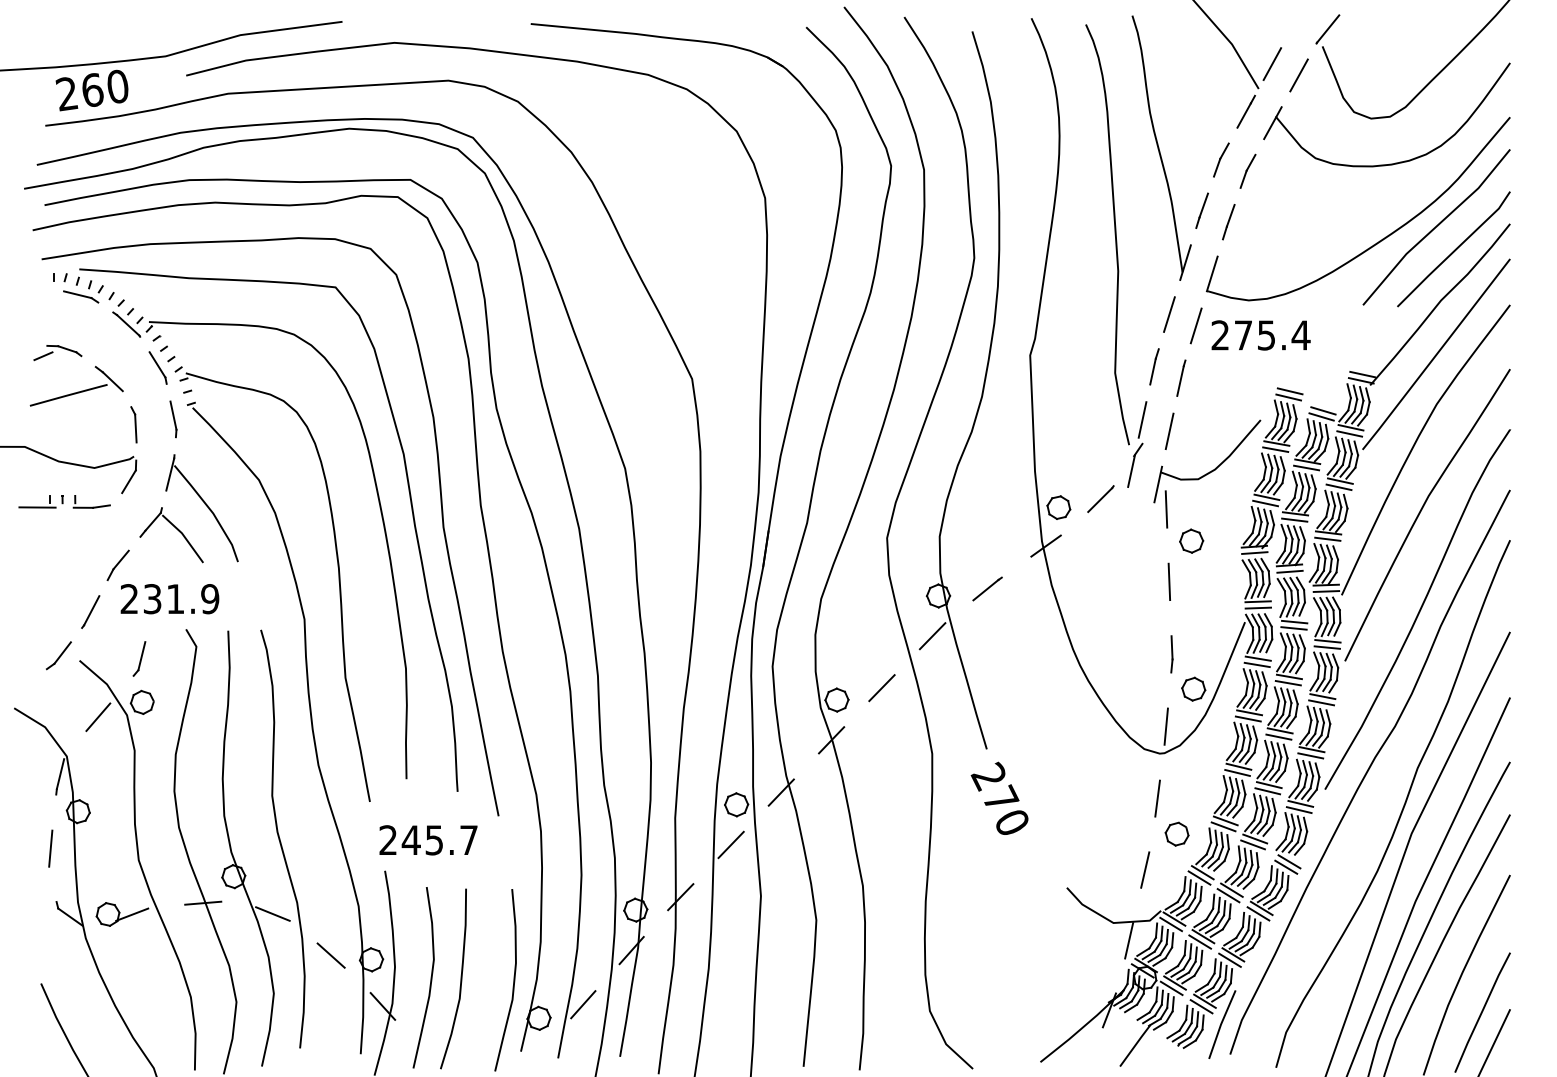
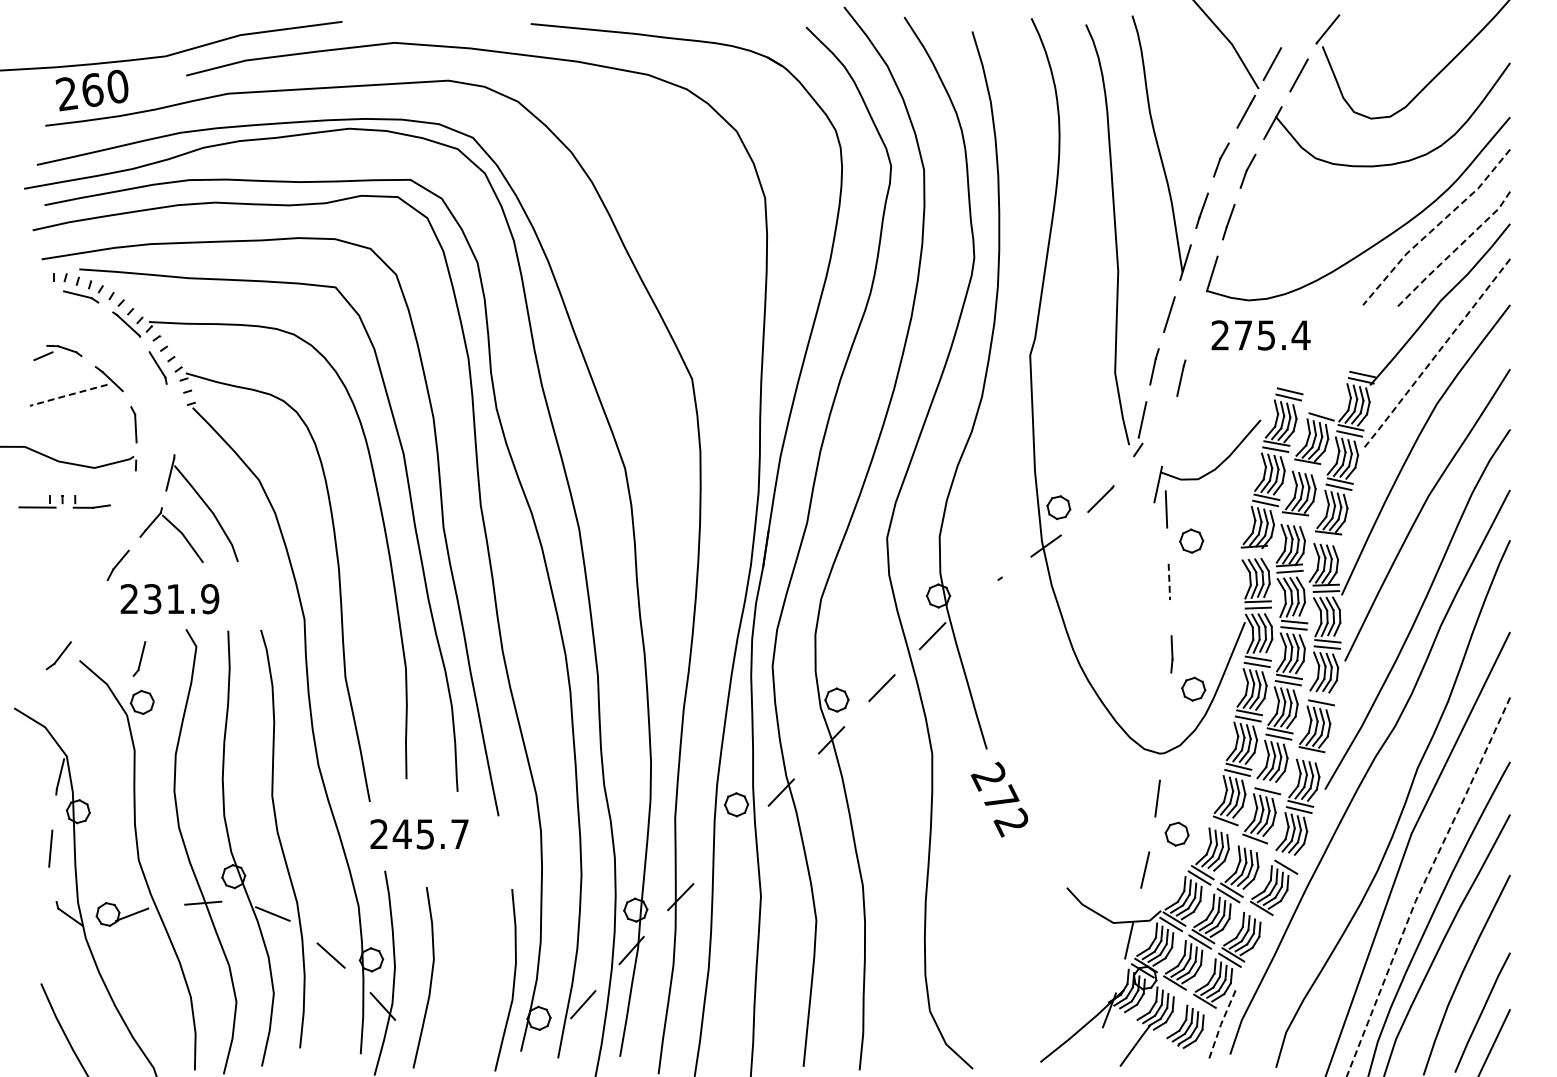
line at (1435, 227): solid -> dashed
line at (1454, 250): solid -> dashed
line at (1195, 325): present -> none
line at (1436, 354): solid -> dashed
line at (69, 395): solid -> dashed
line at (1323, 410): present -> none
part at (173, 419): present -> none
line at (1169, 431): present -> none
line at (1306, 467): present -> none
line at (1131, 470): present -> none
line at (128, 481): present -> none
line at (1294, 519): present -> none
line at (1327, 538): present -> none
line at (1254, 552): present -> none
line at (1169, 582): solid -> dashed
line at (985, 589): present -> none
line at (90, 611): present -> none
line at (1322, 696): present -> none
line at (98, 716): present -> none
line at (1165, 726): present -> none
line at (1310, 755): present -> none
line at (1268, 785): present -> none
text at (1010, 822): 270 -> 272
line at (1223, 826): present -> none
text at (428, 840) position: (428, 840) -> (419, 834)
line at (730, 844): present -> none
line at (1252, 844): present -> none
line at (1289, 861): present -> none
line at (1423, 885): solid -> dashed
line at (1258, 913): present -> none
curve at (460, 978): present -> none
line at (1171, 988): present -> none
line at (1201, 1006): present -> none
line at (1221, 1024): solid -> dashed
